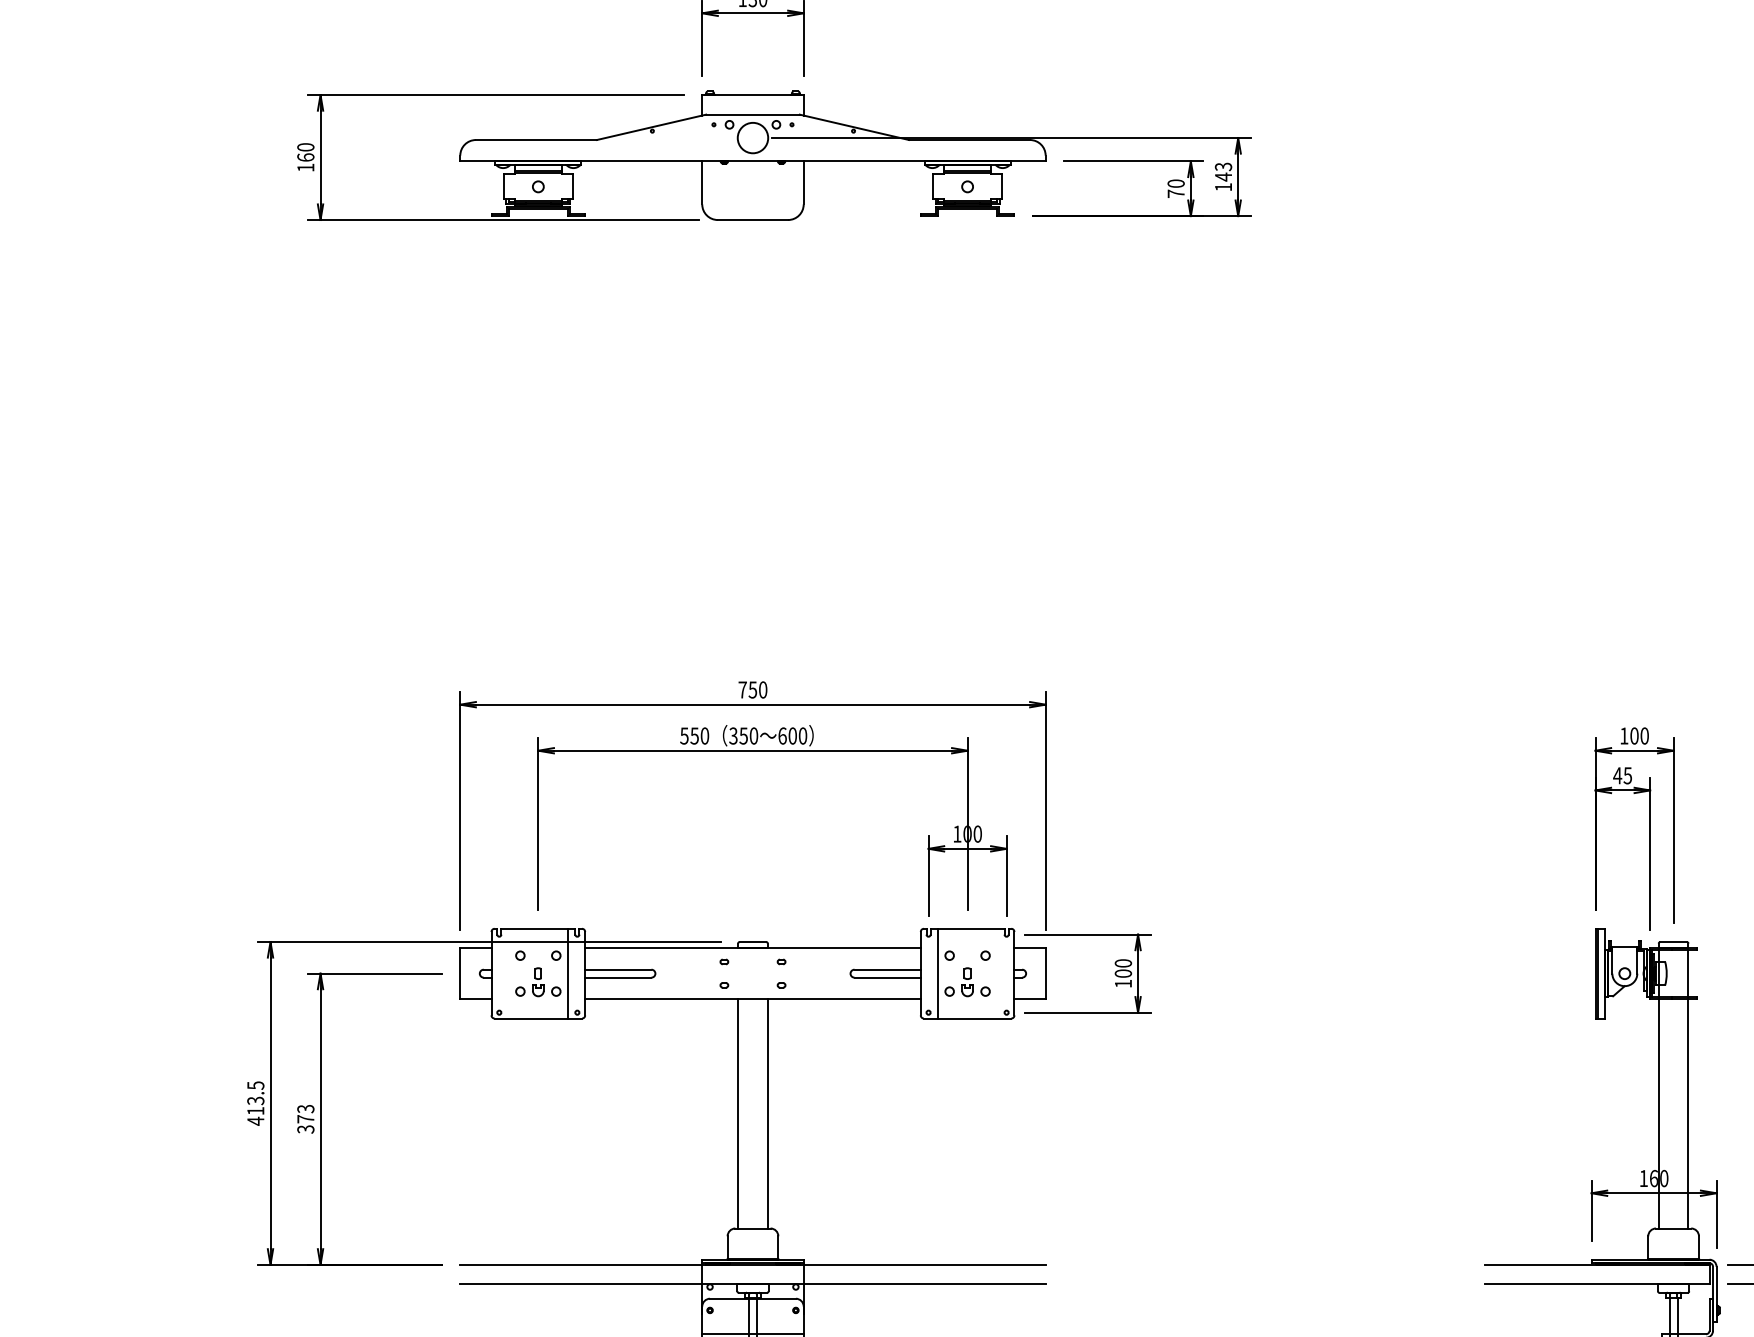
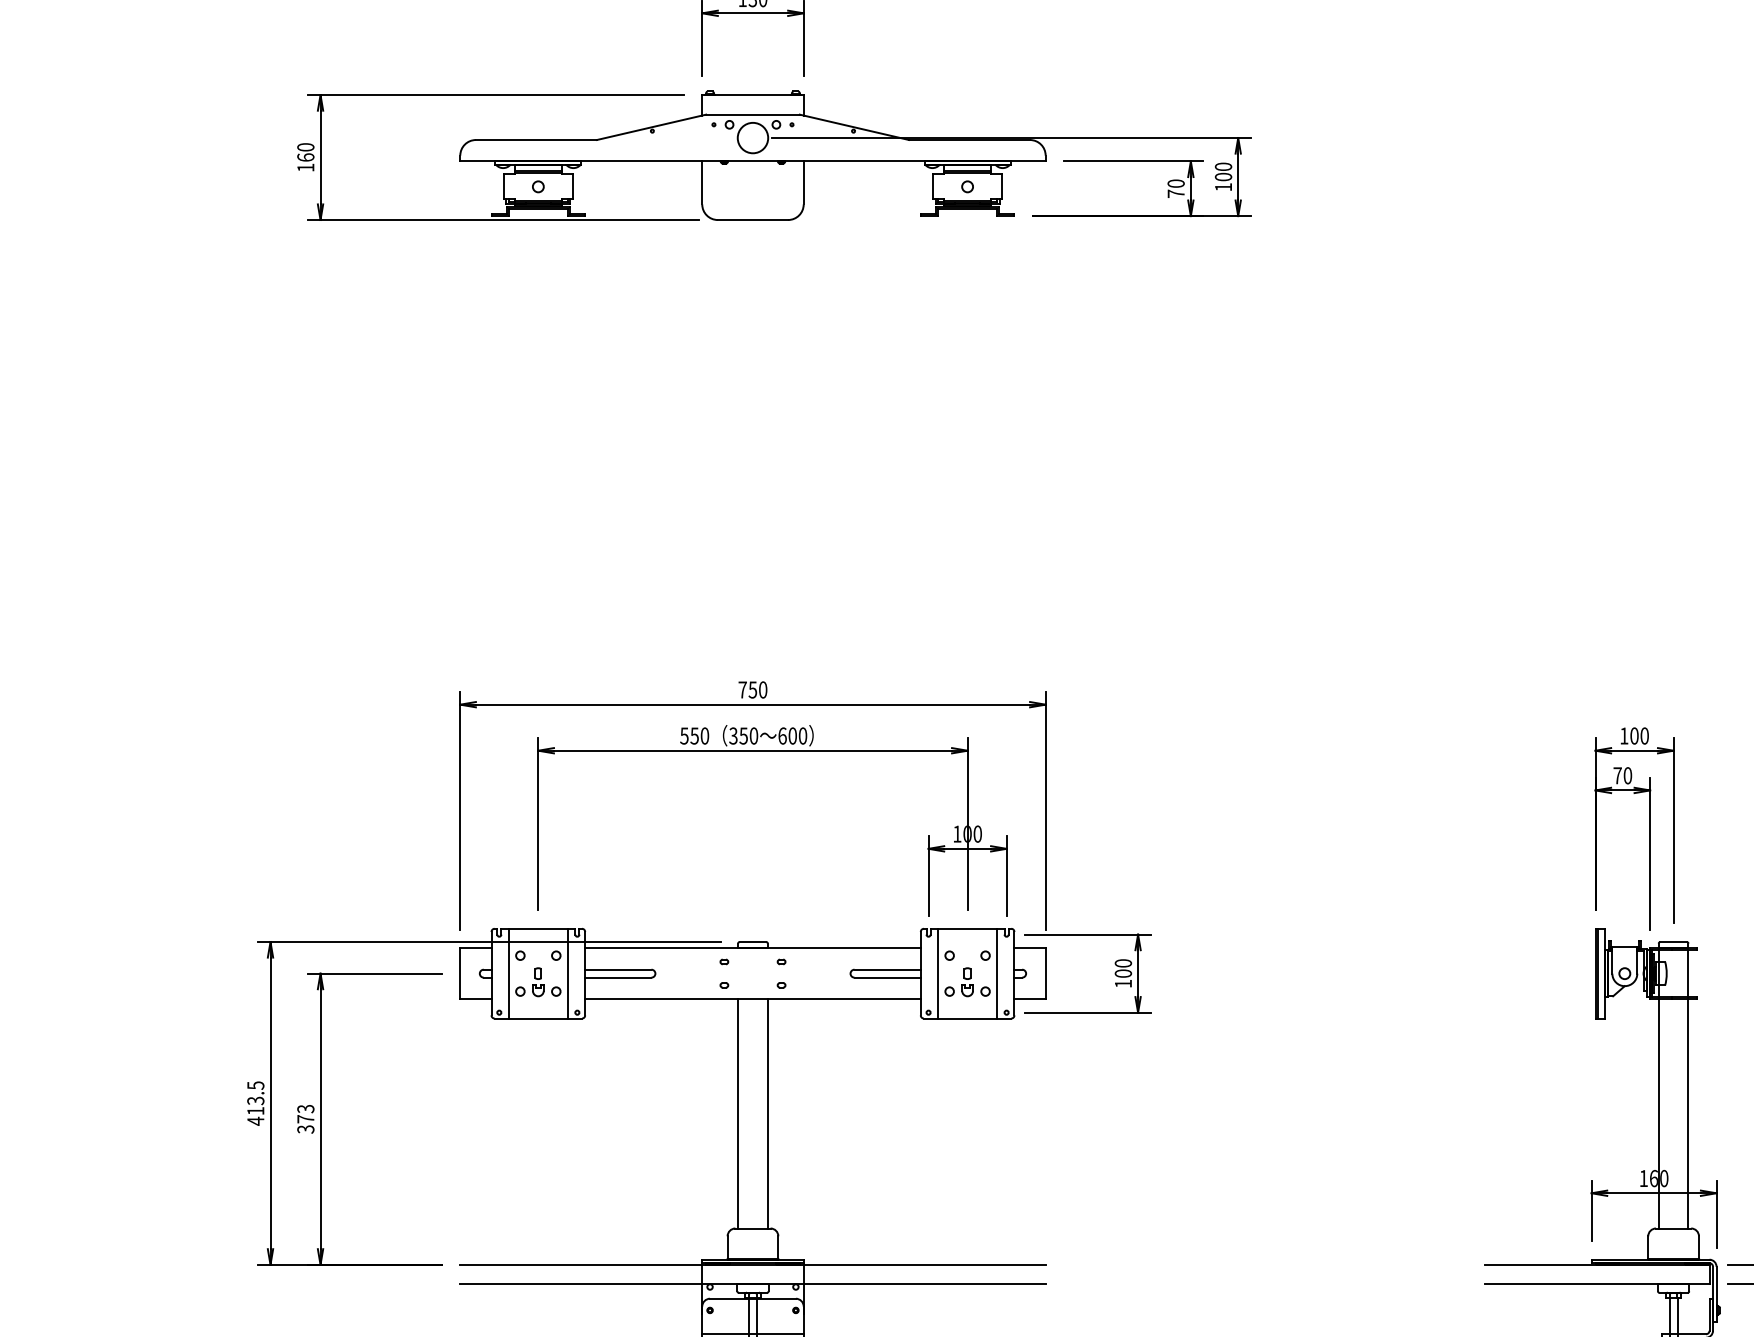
text at (1223, 171): 143 -> 100
text at (1622, 775): 45 -> 70
line at (508, 973): none -> present
line at (997, 973): none -> present
